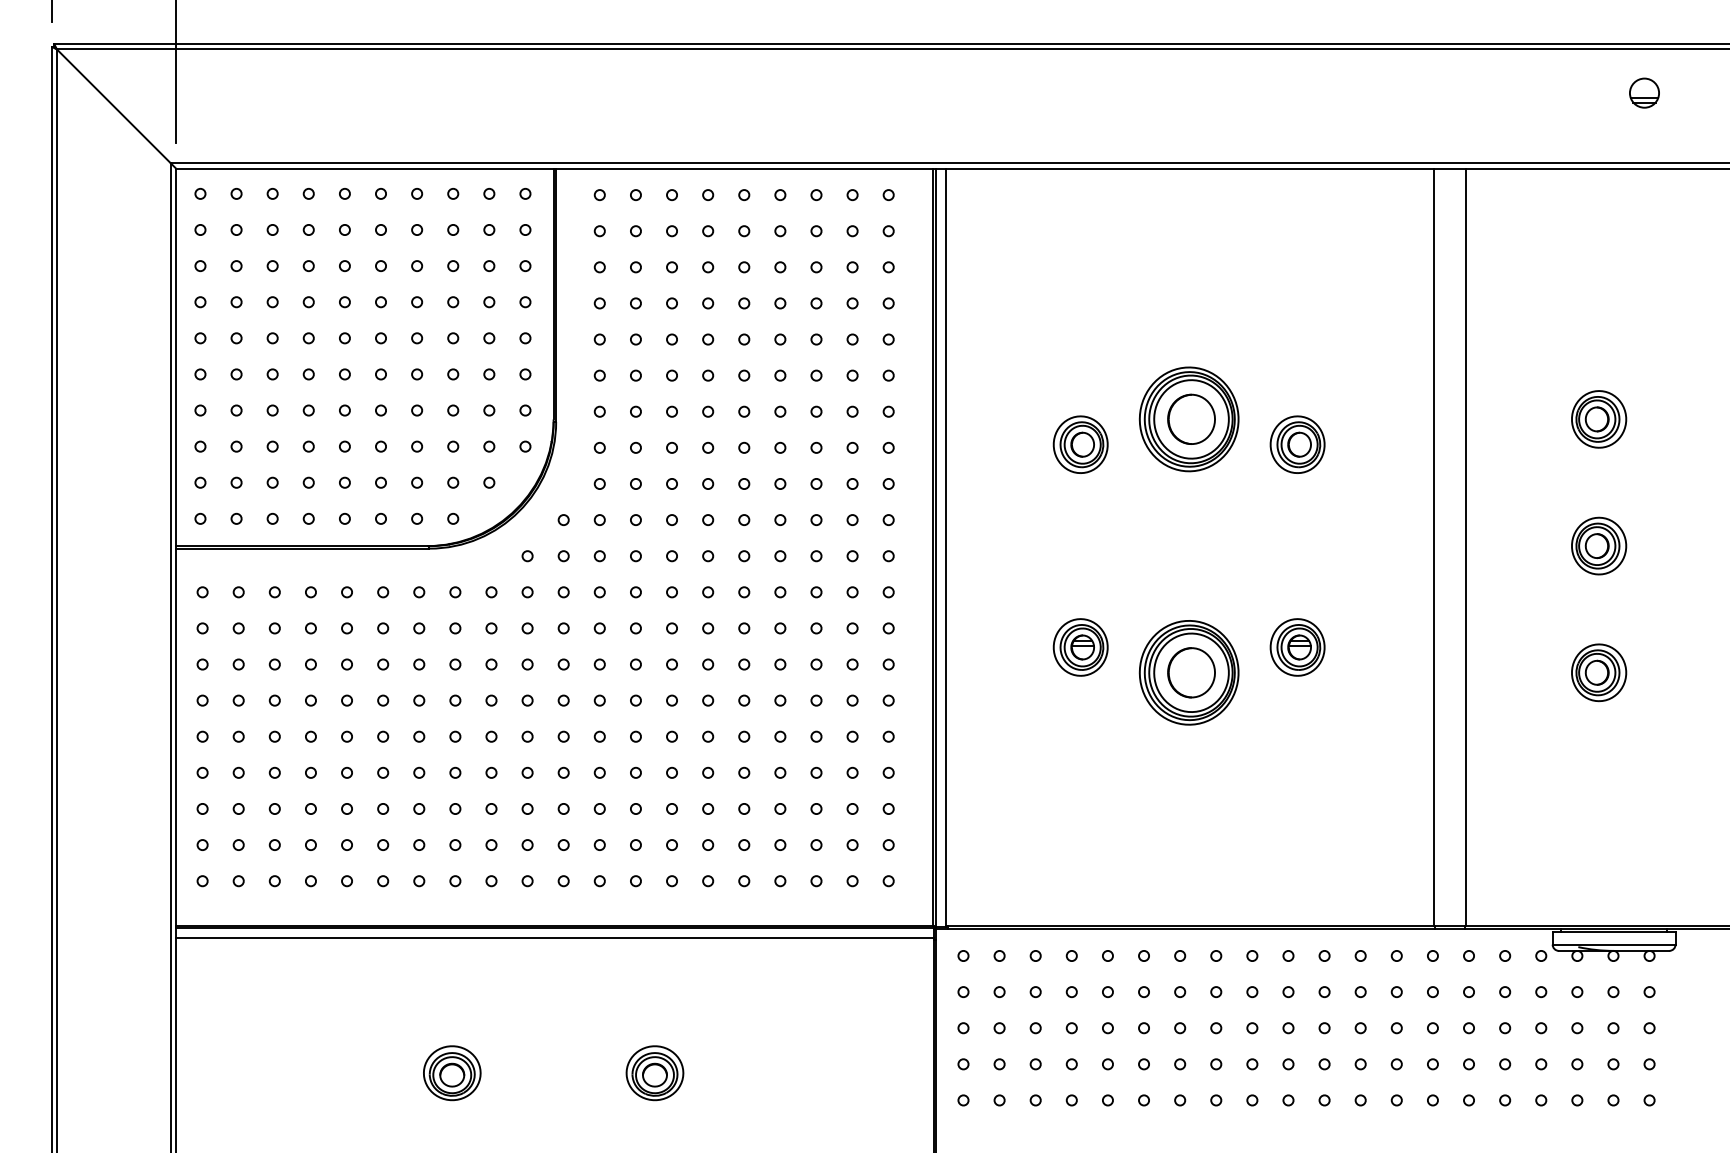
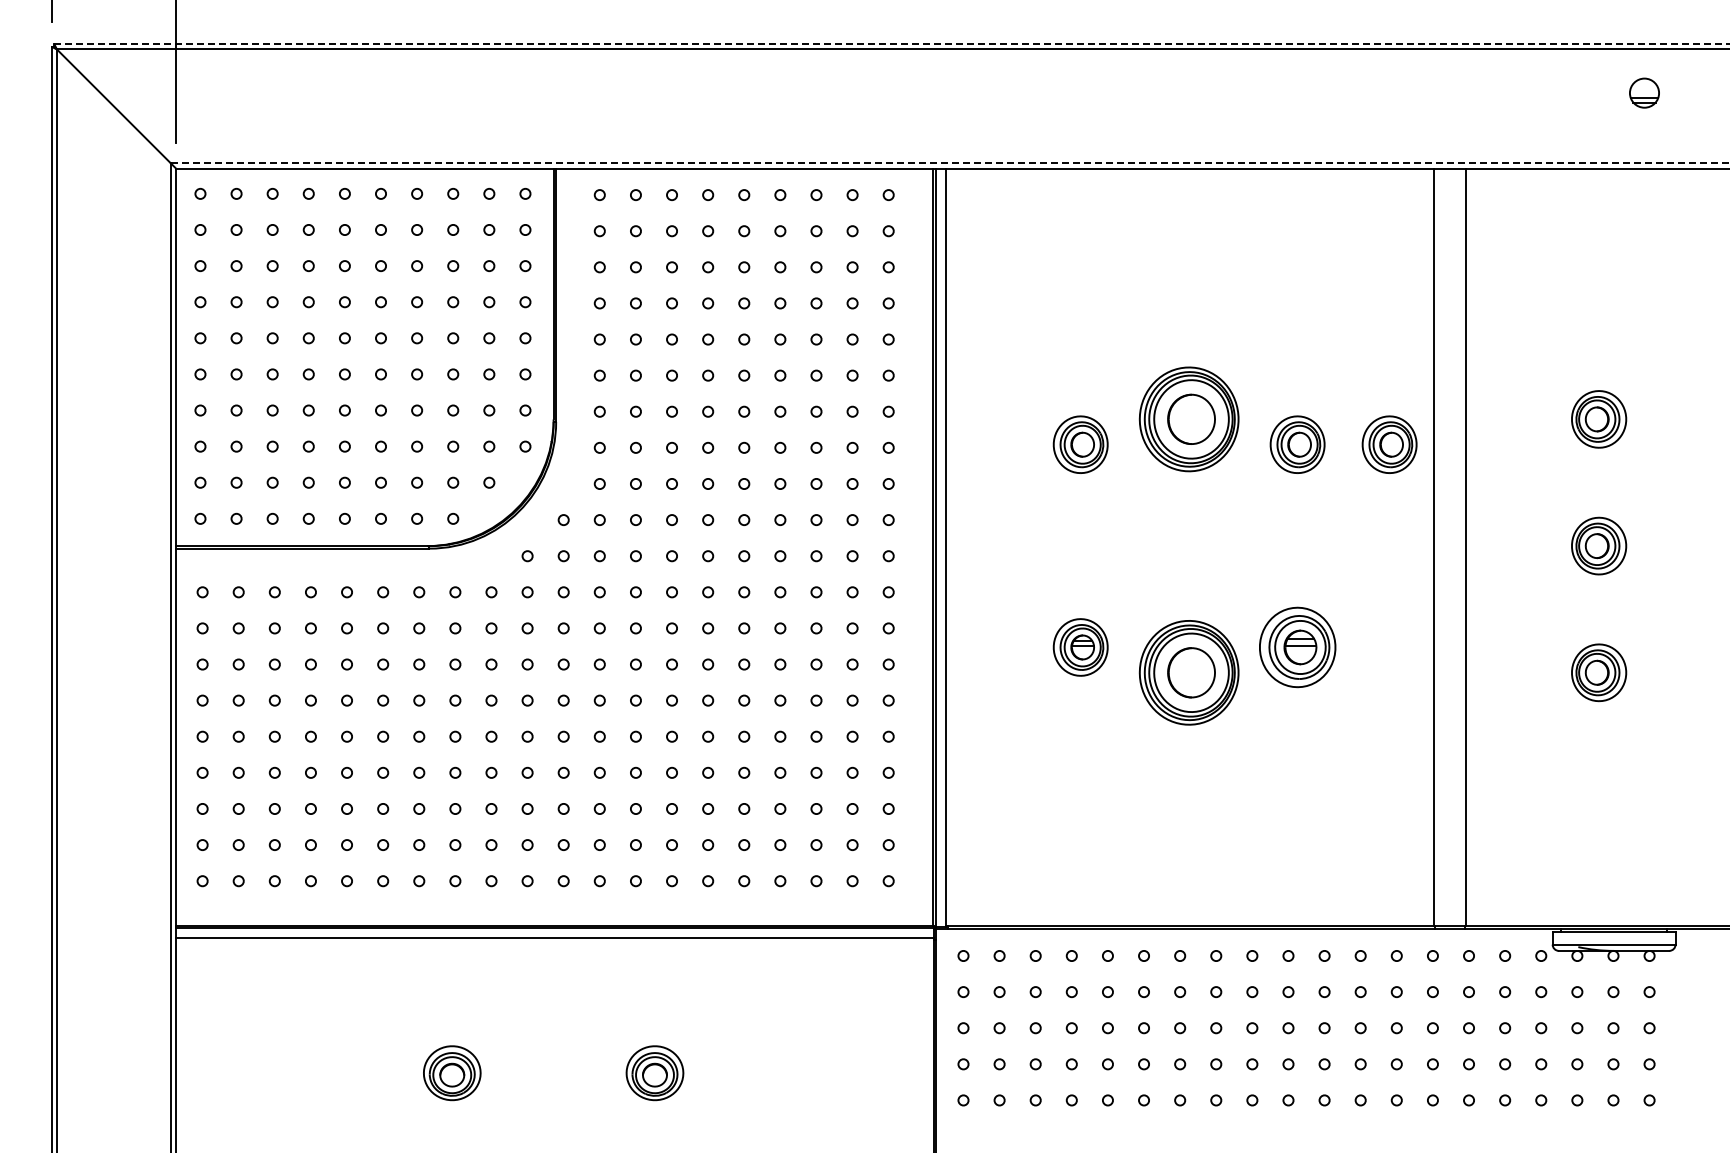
line at (892, 44): solid -> dashed
line at (950, 163): solid -> dashed
part at (1389, 444): none -> present
part at (1297, 647) size: 57x59 px -> 78x83 px
